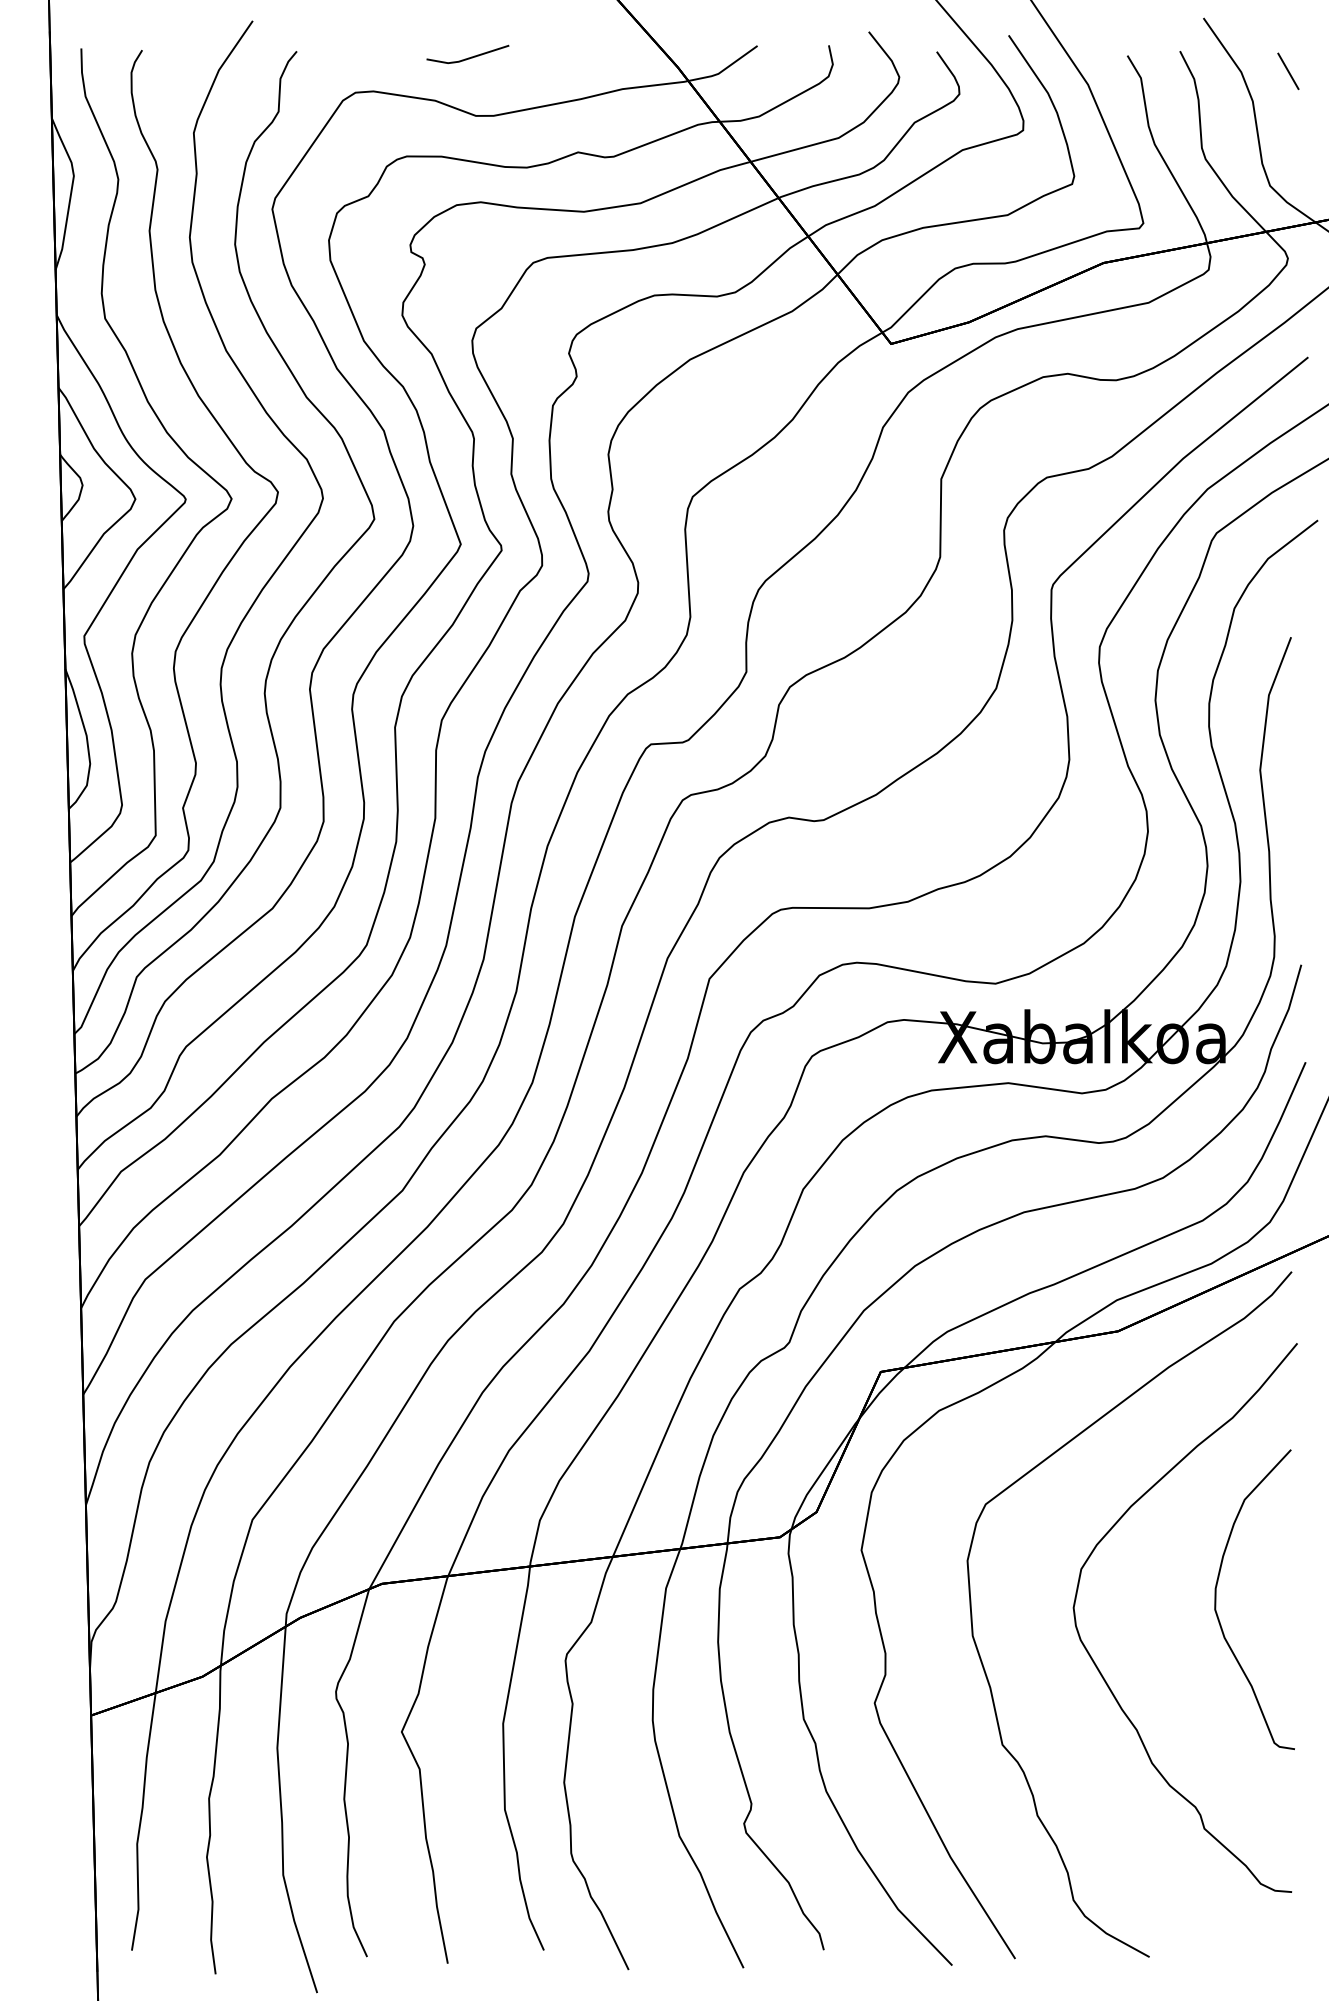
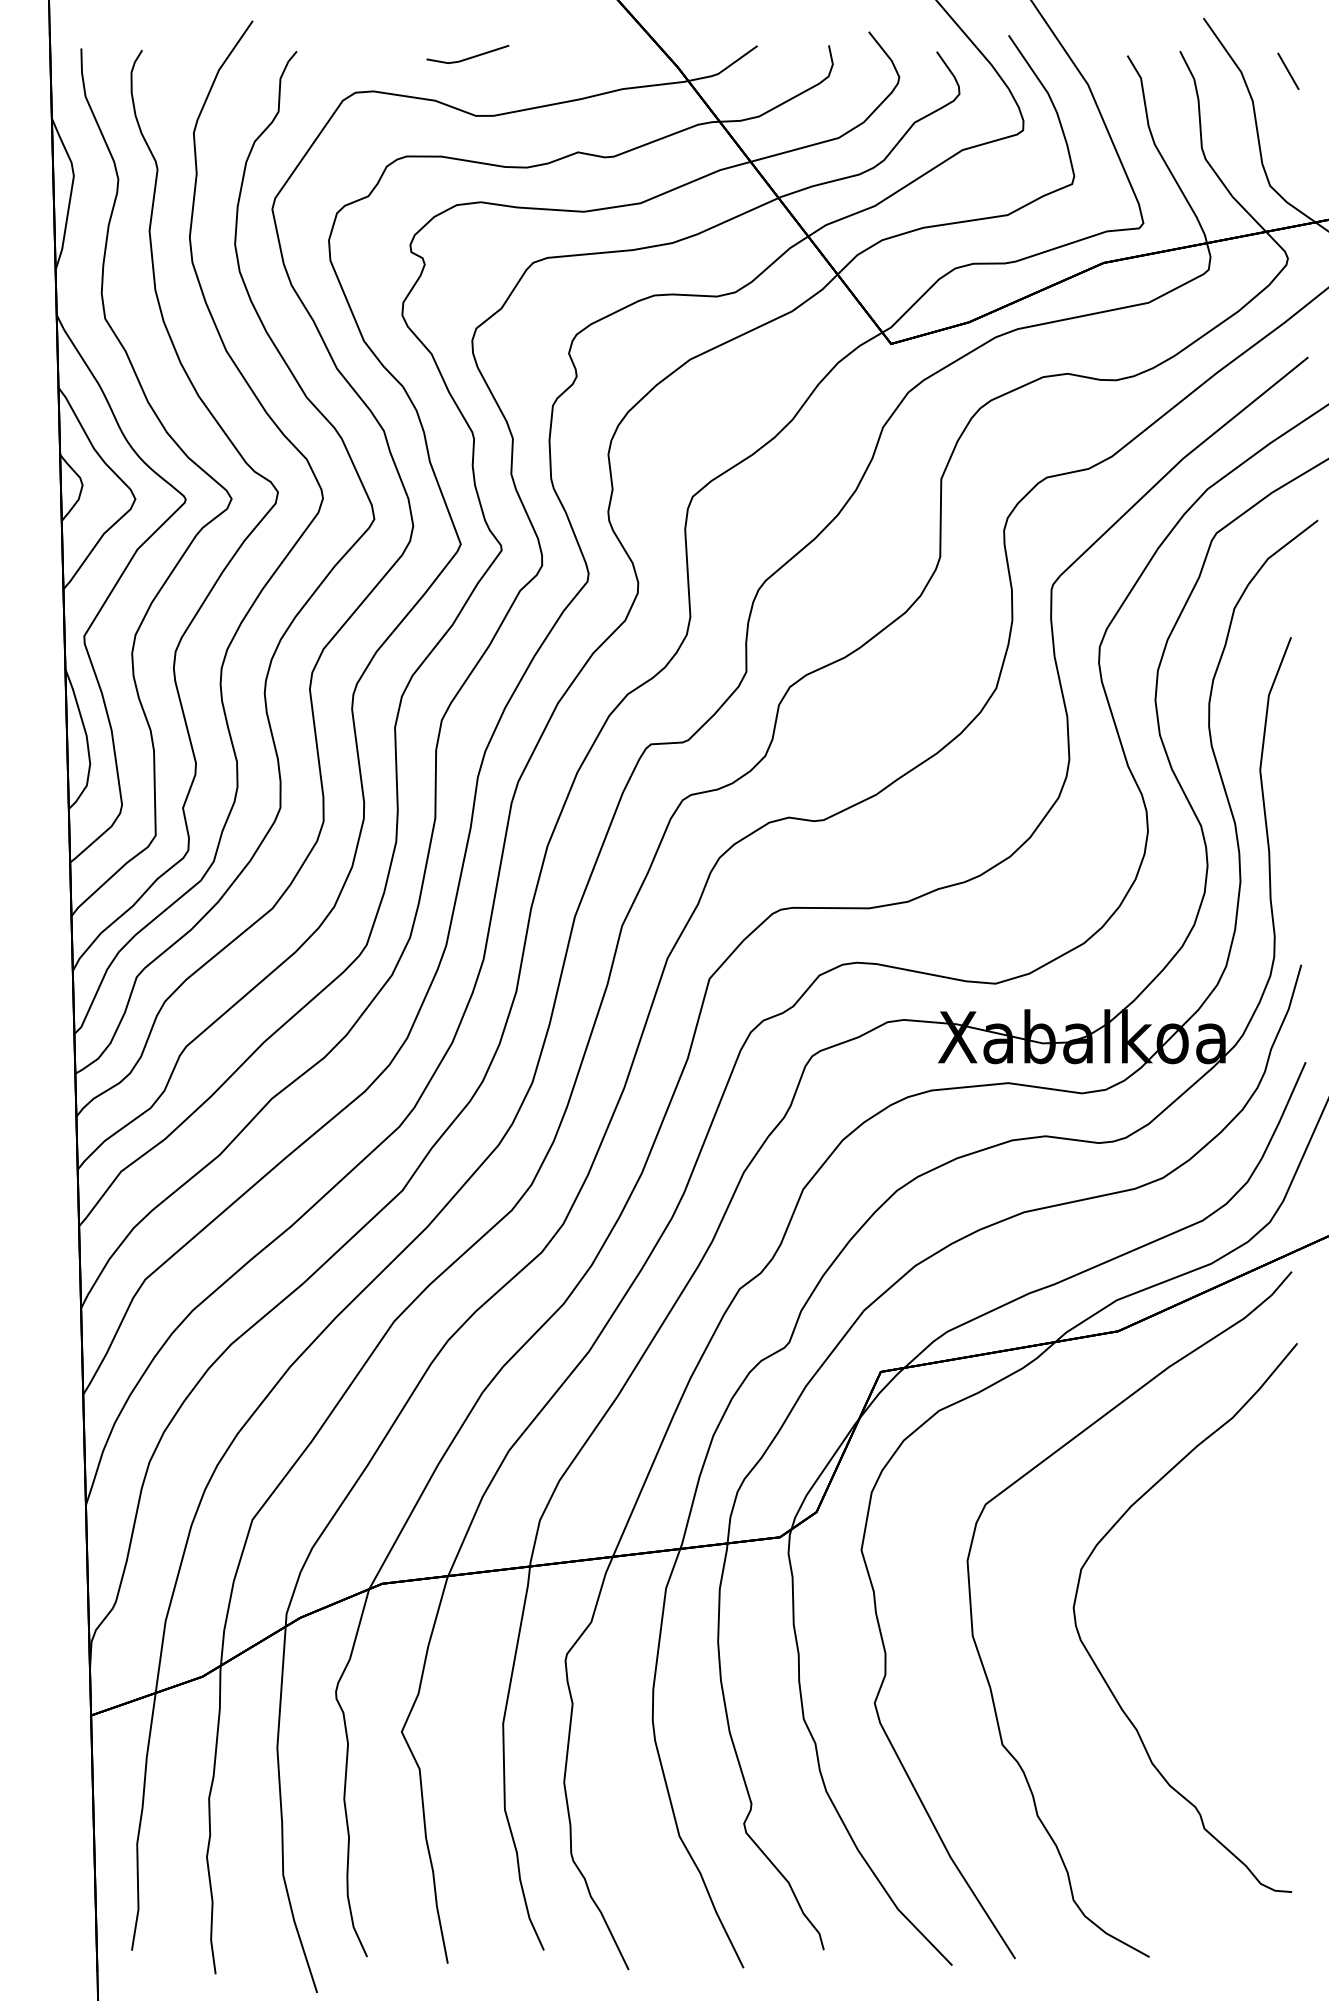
part at (1216, 1599): present -> none
